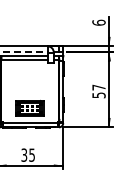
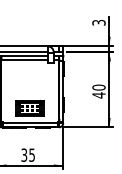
text at (98, 22): 6 -> 3
line at (24, 51): dashed -> solid
text at (98, 91): 57 -> 40
